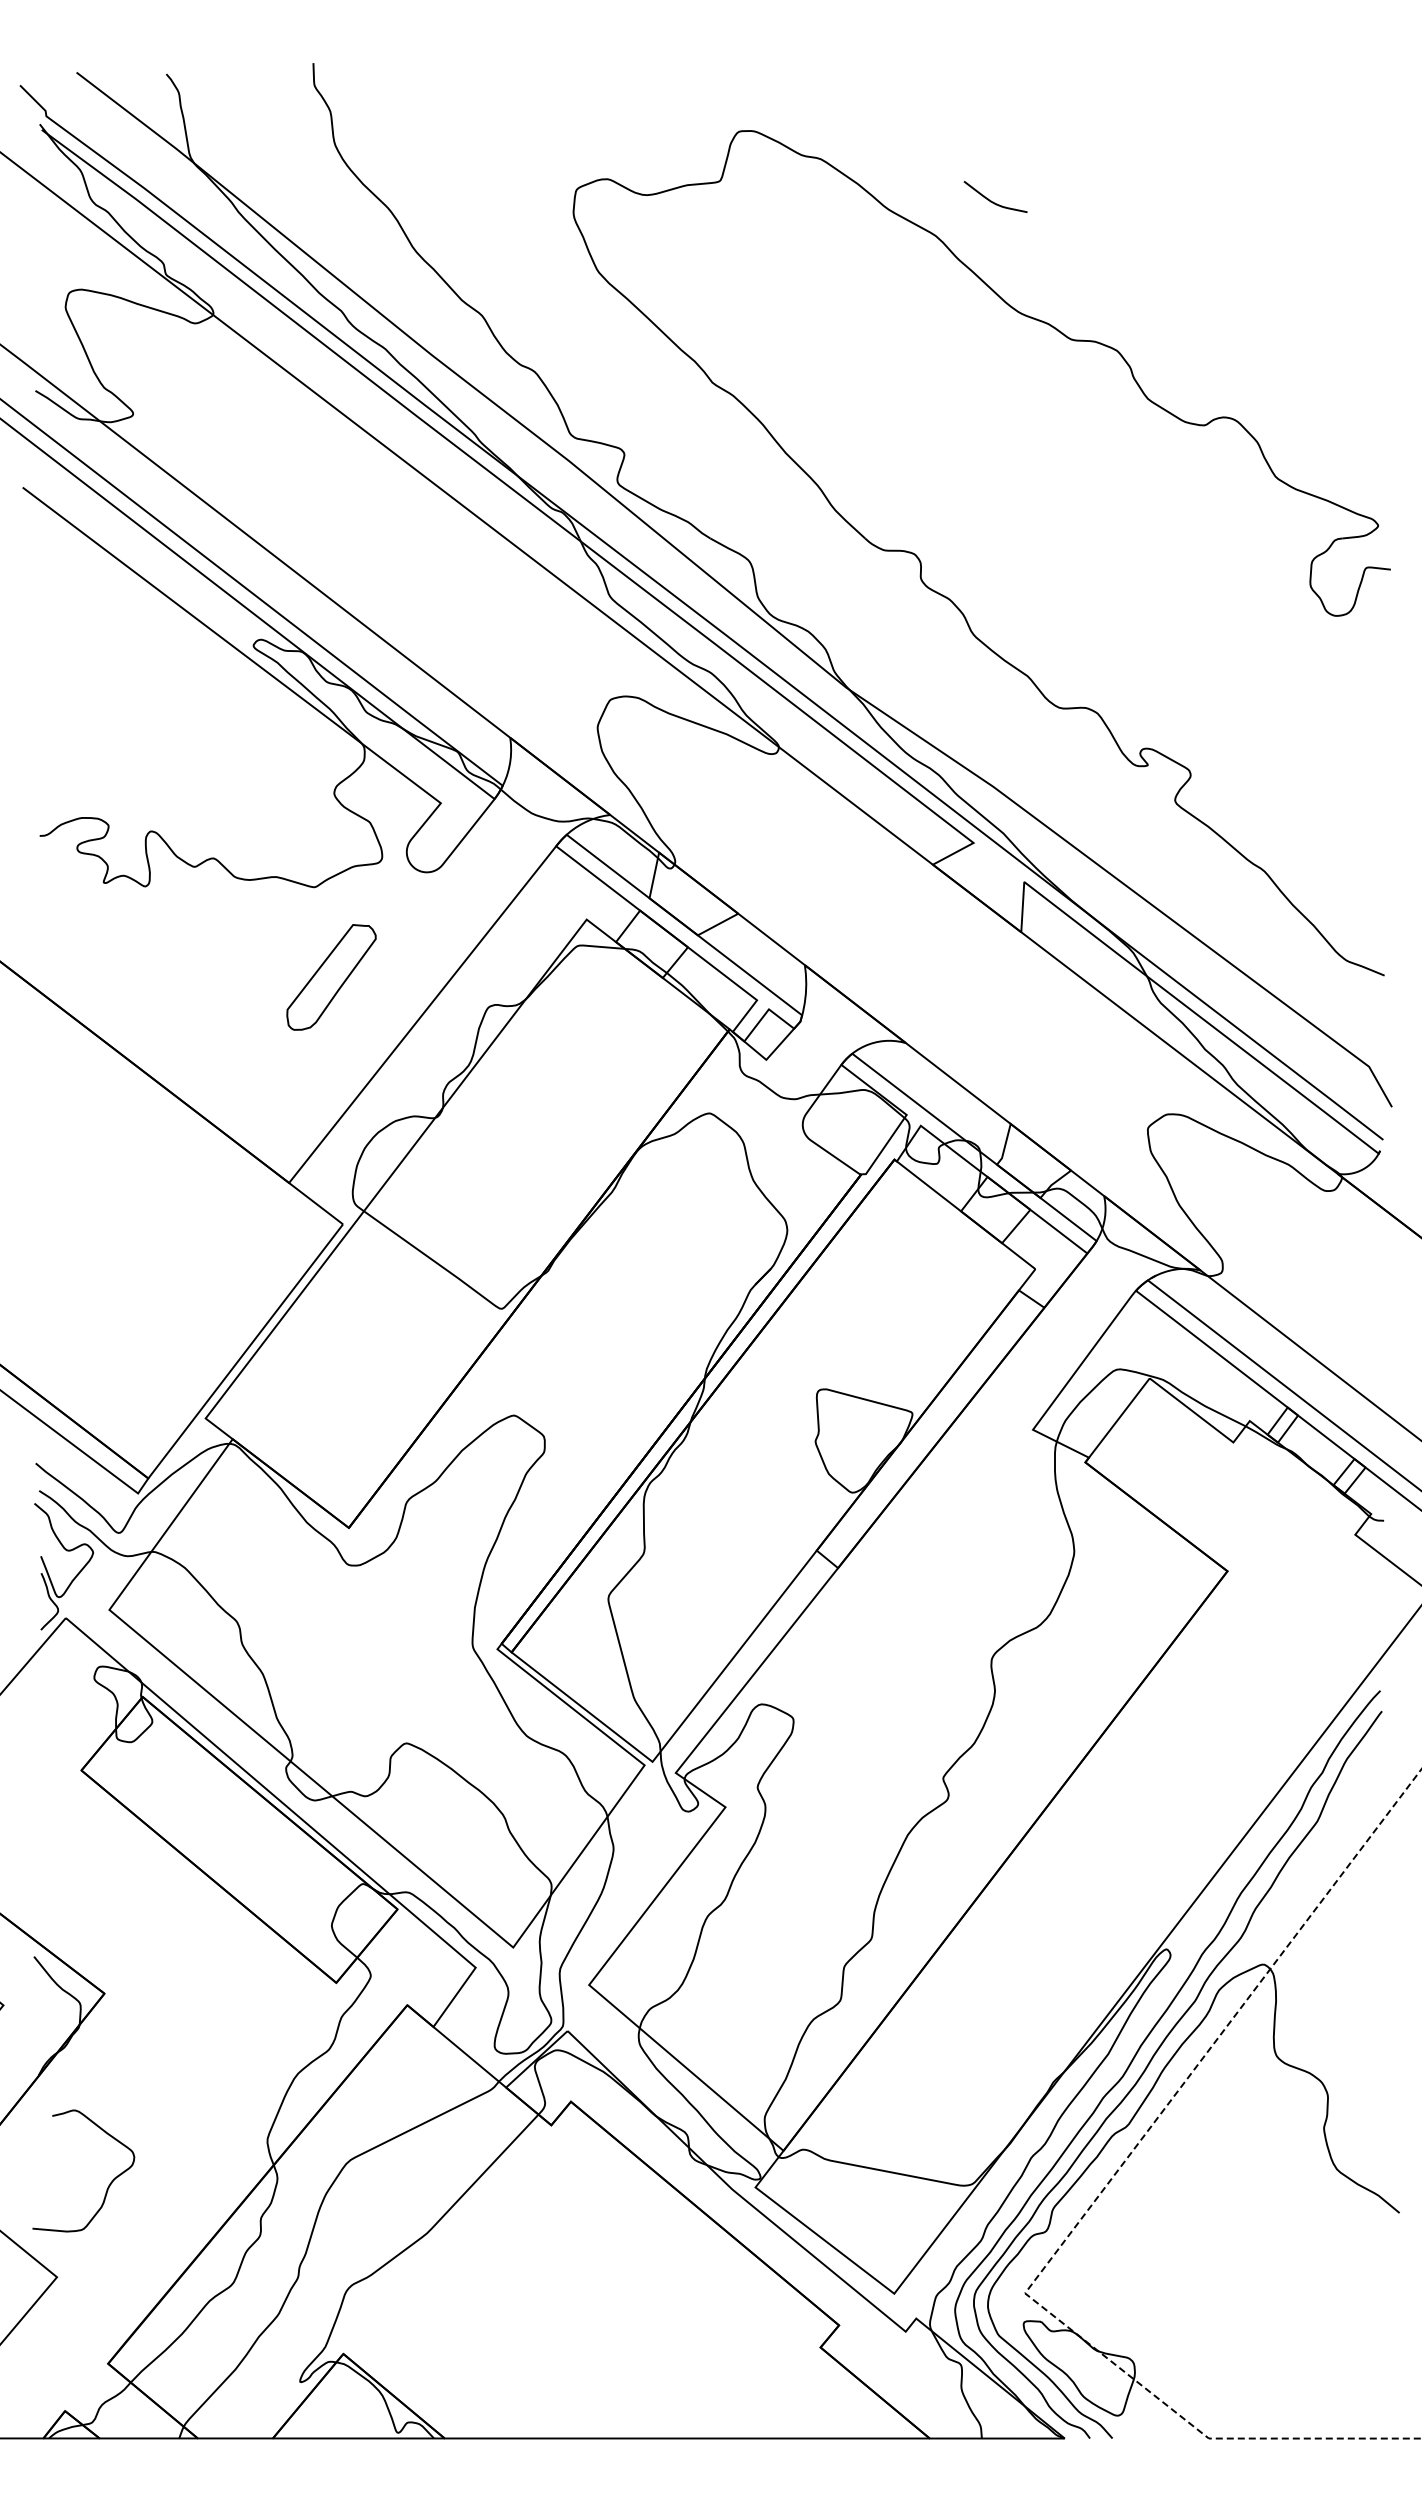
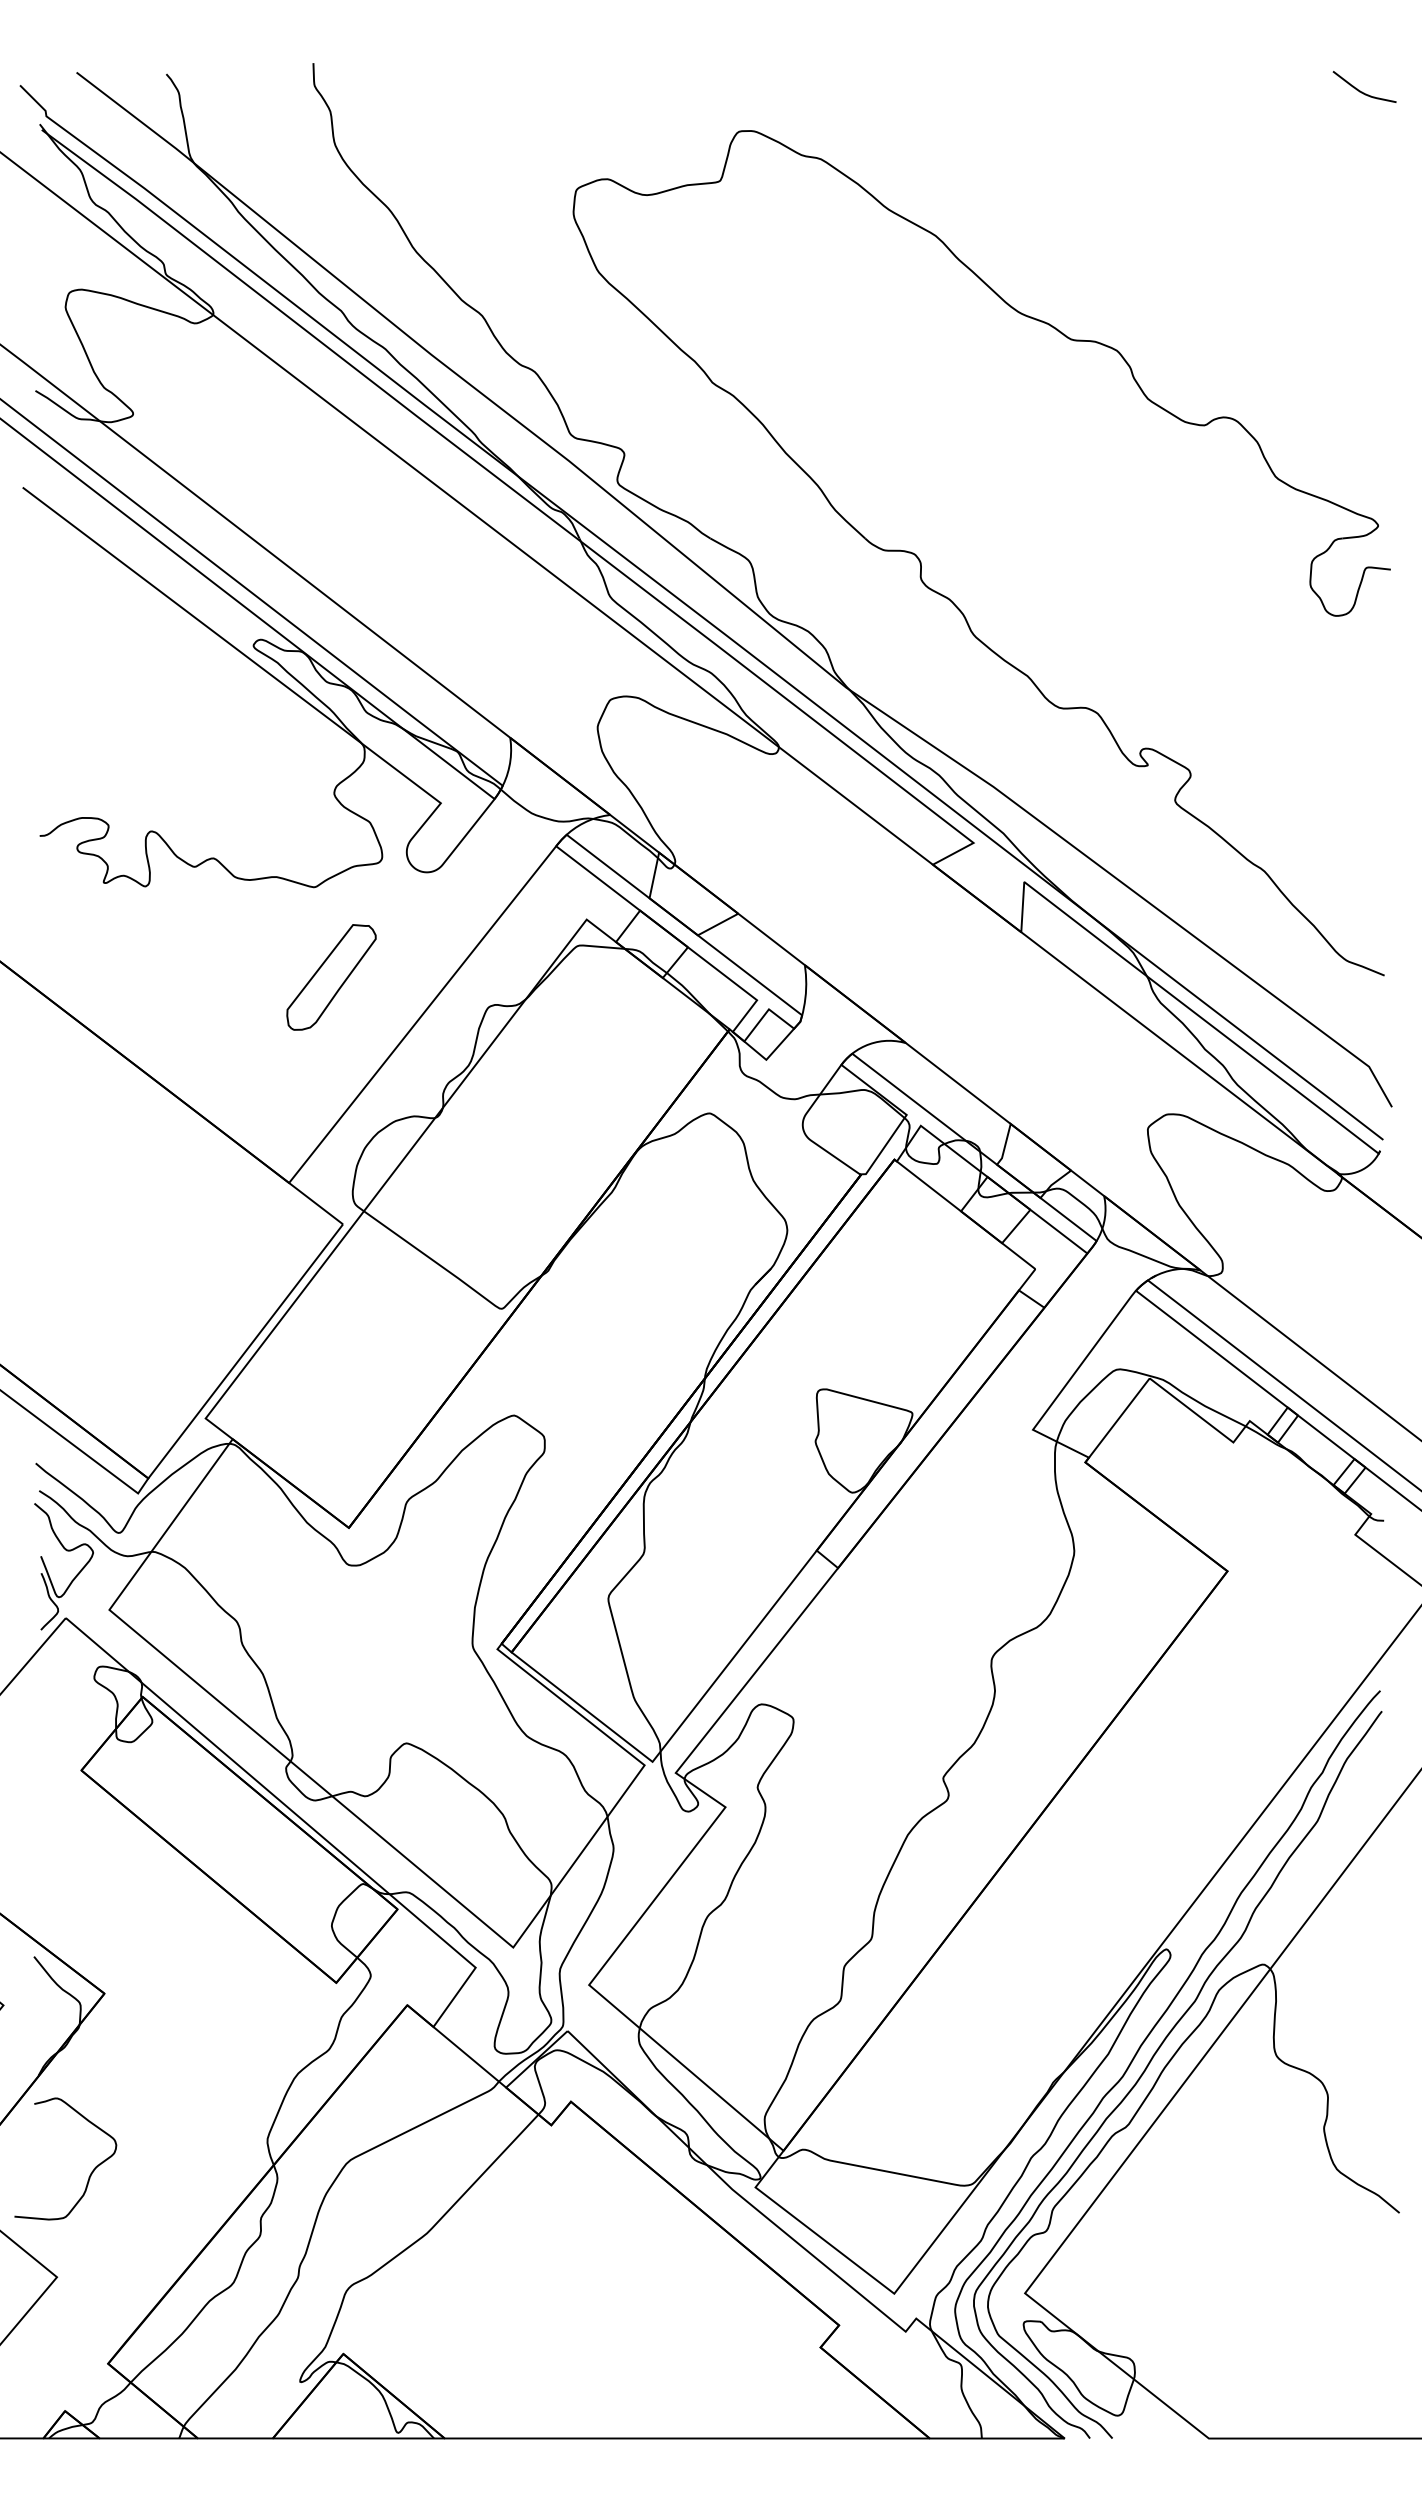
curve at (993, 201) position: (993, 201) -> (1362, 91)
curve at (109, 2183) position: (109, 2183) -> (91, 2171)
line at (1087, 2210): dashed -> solid
